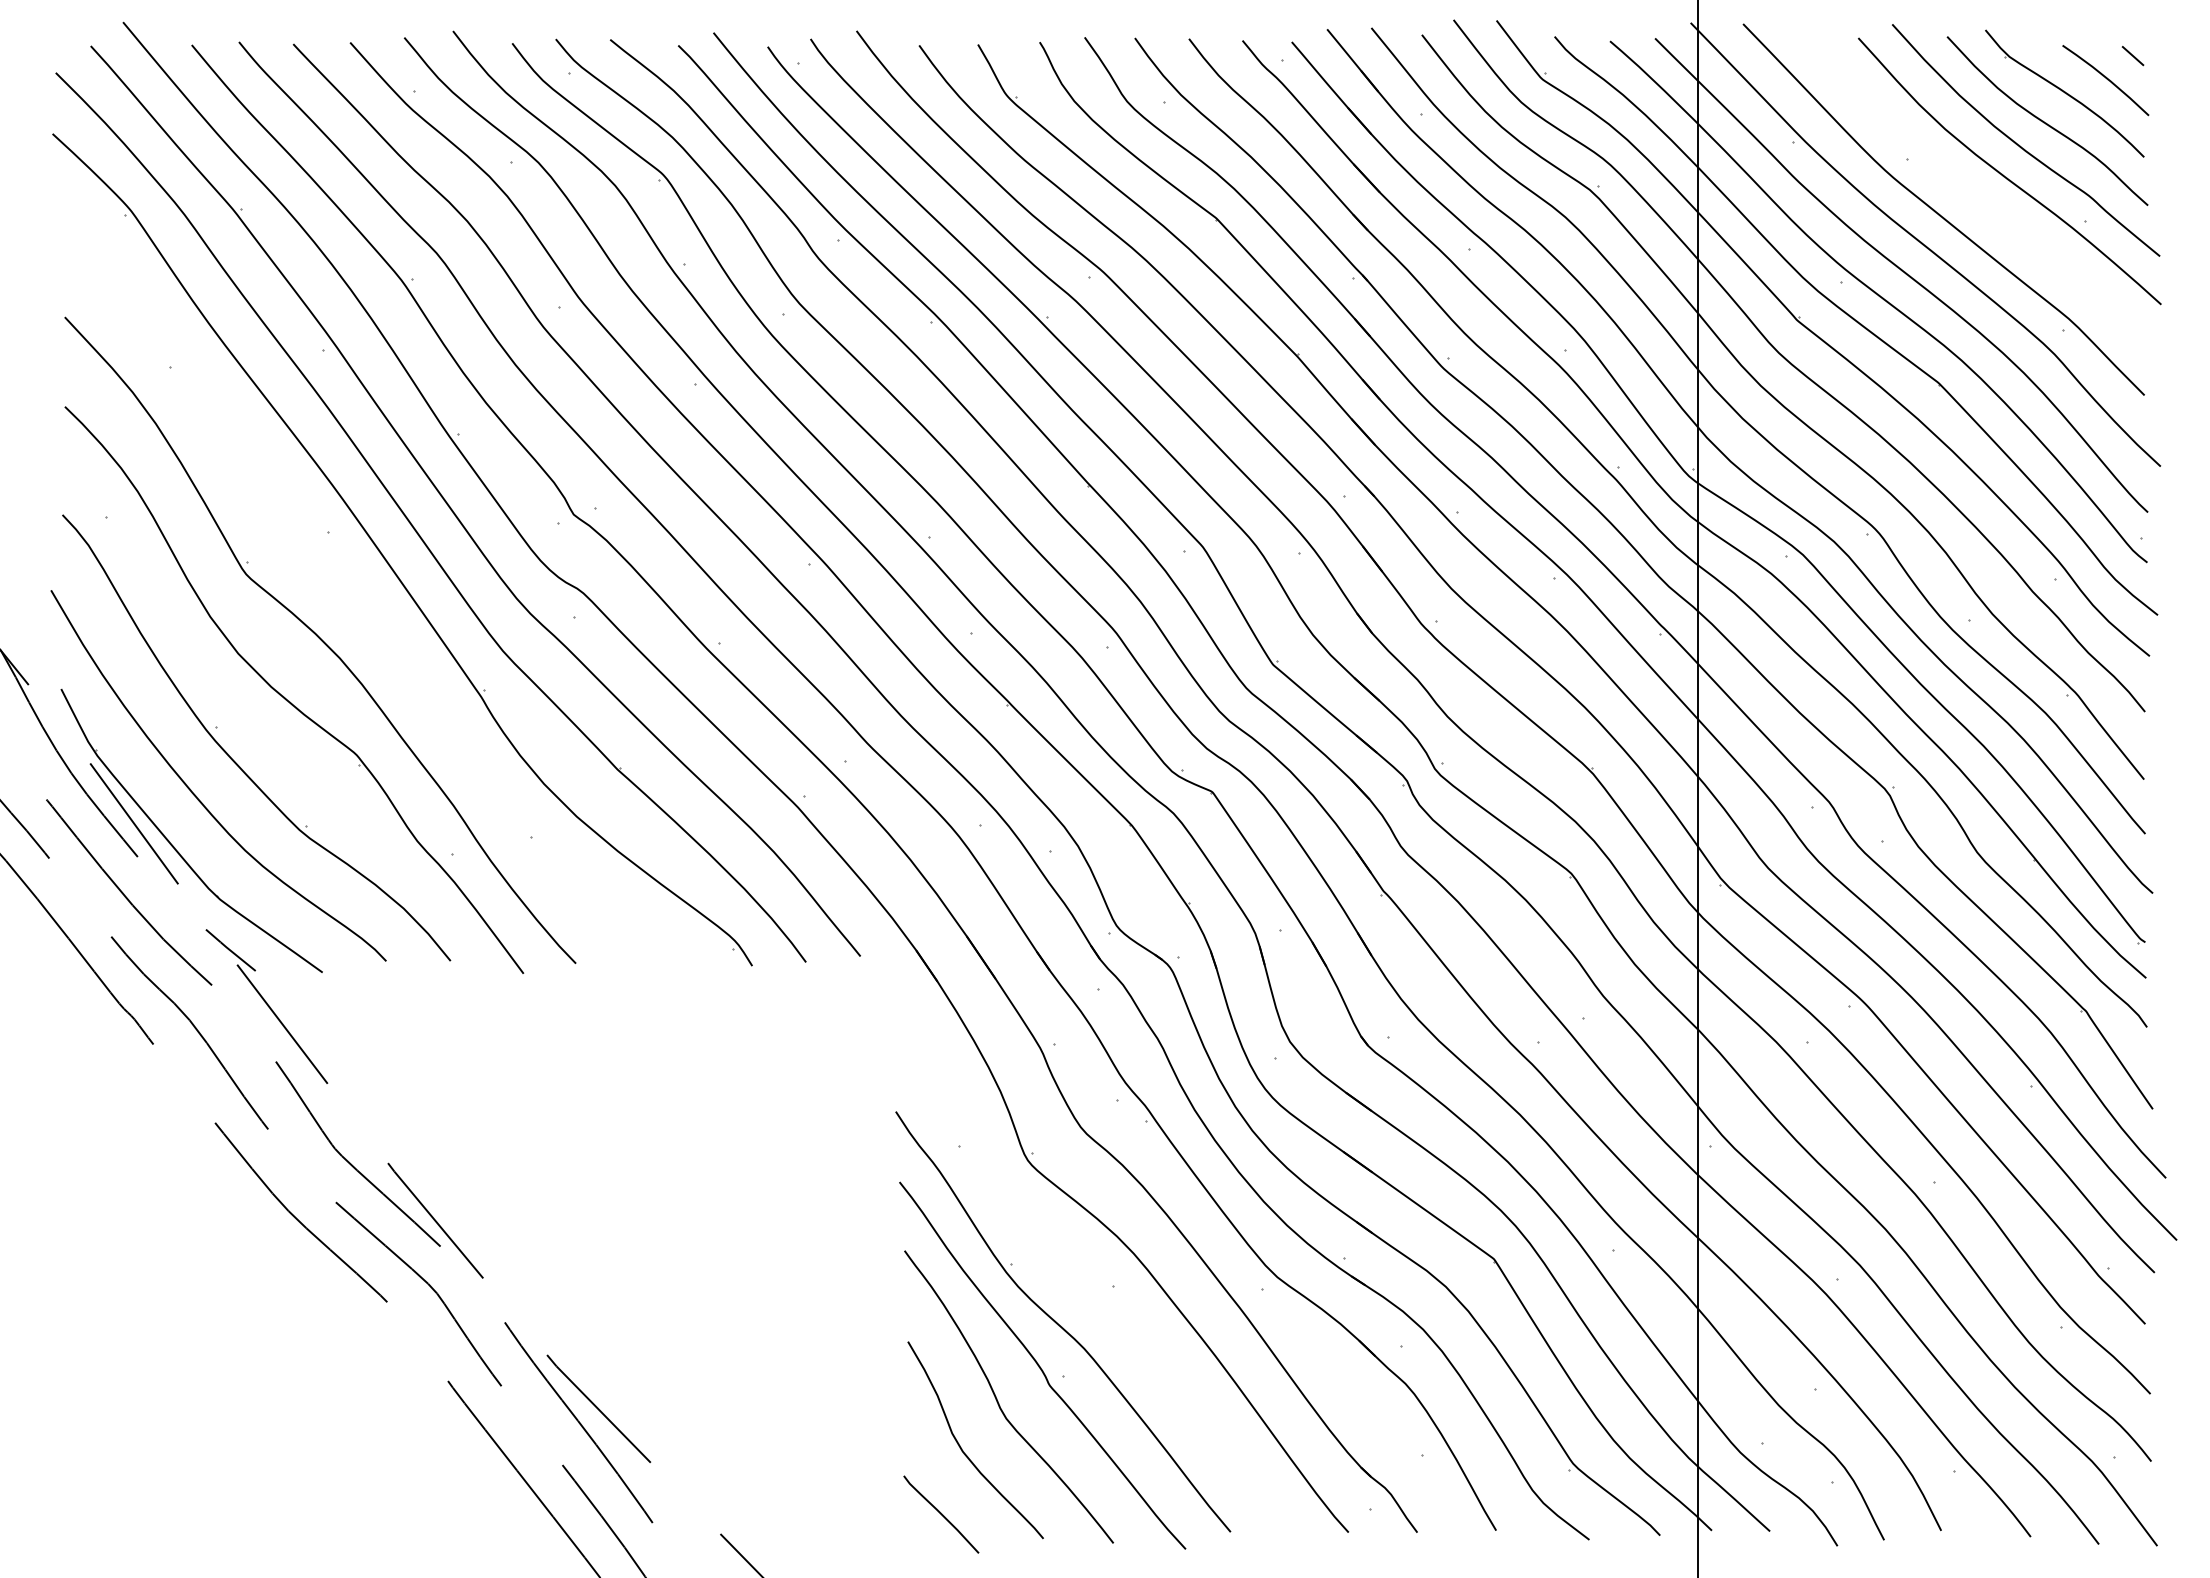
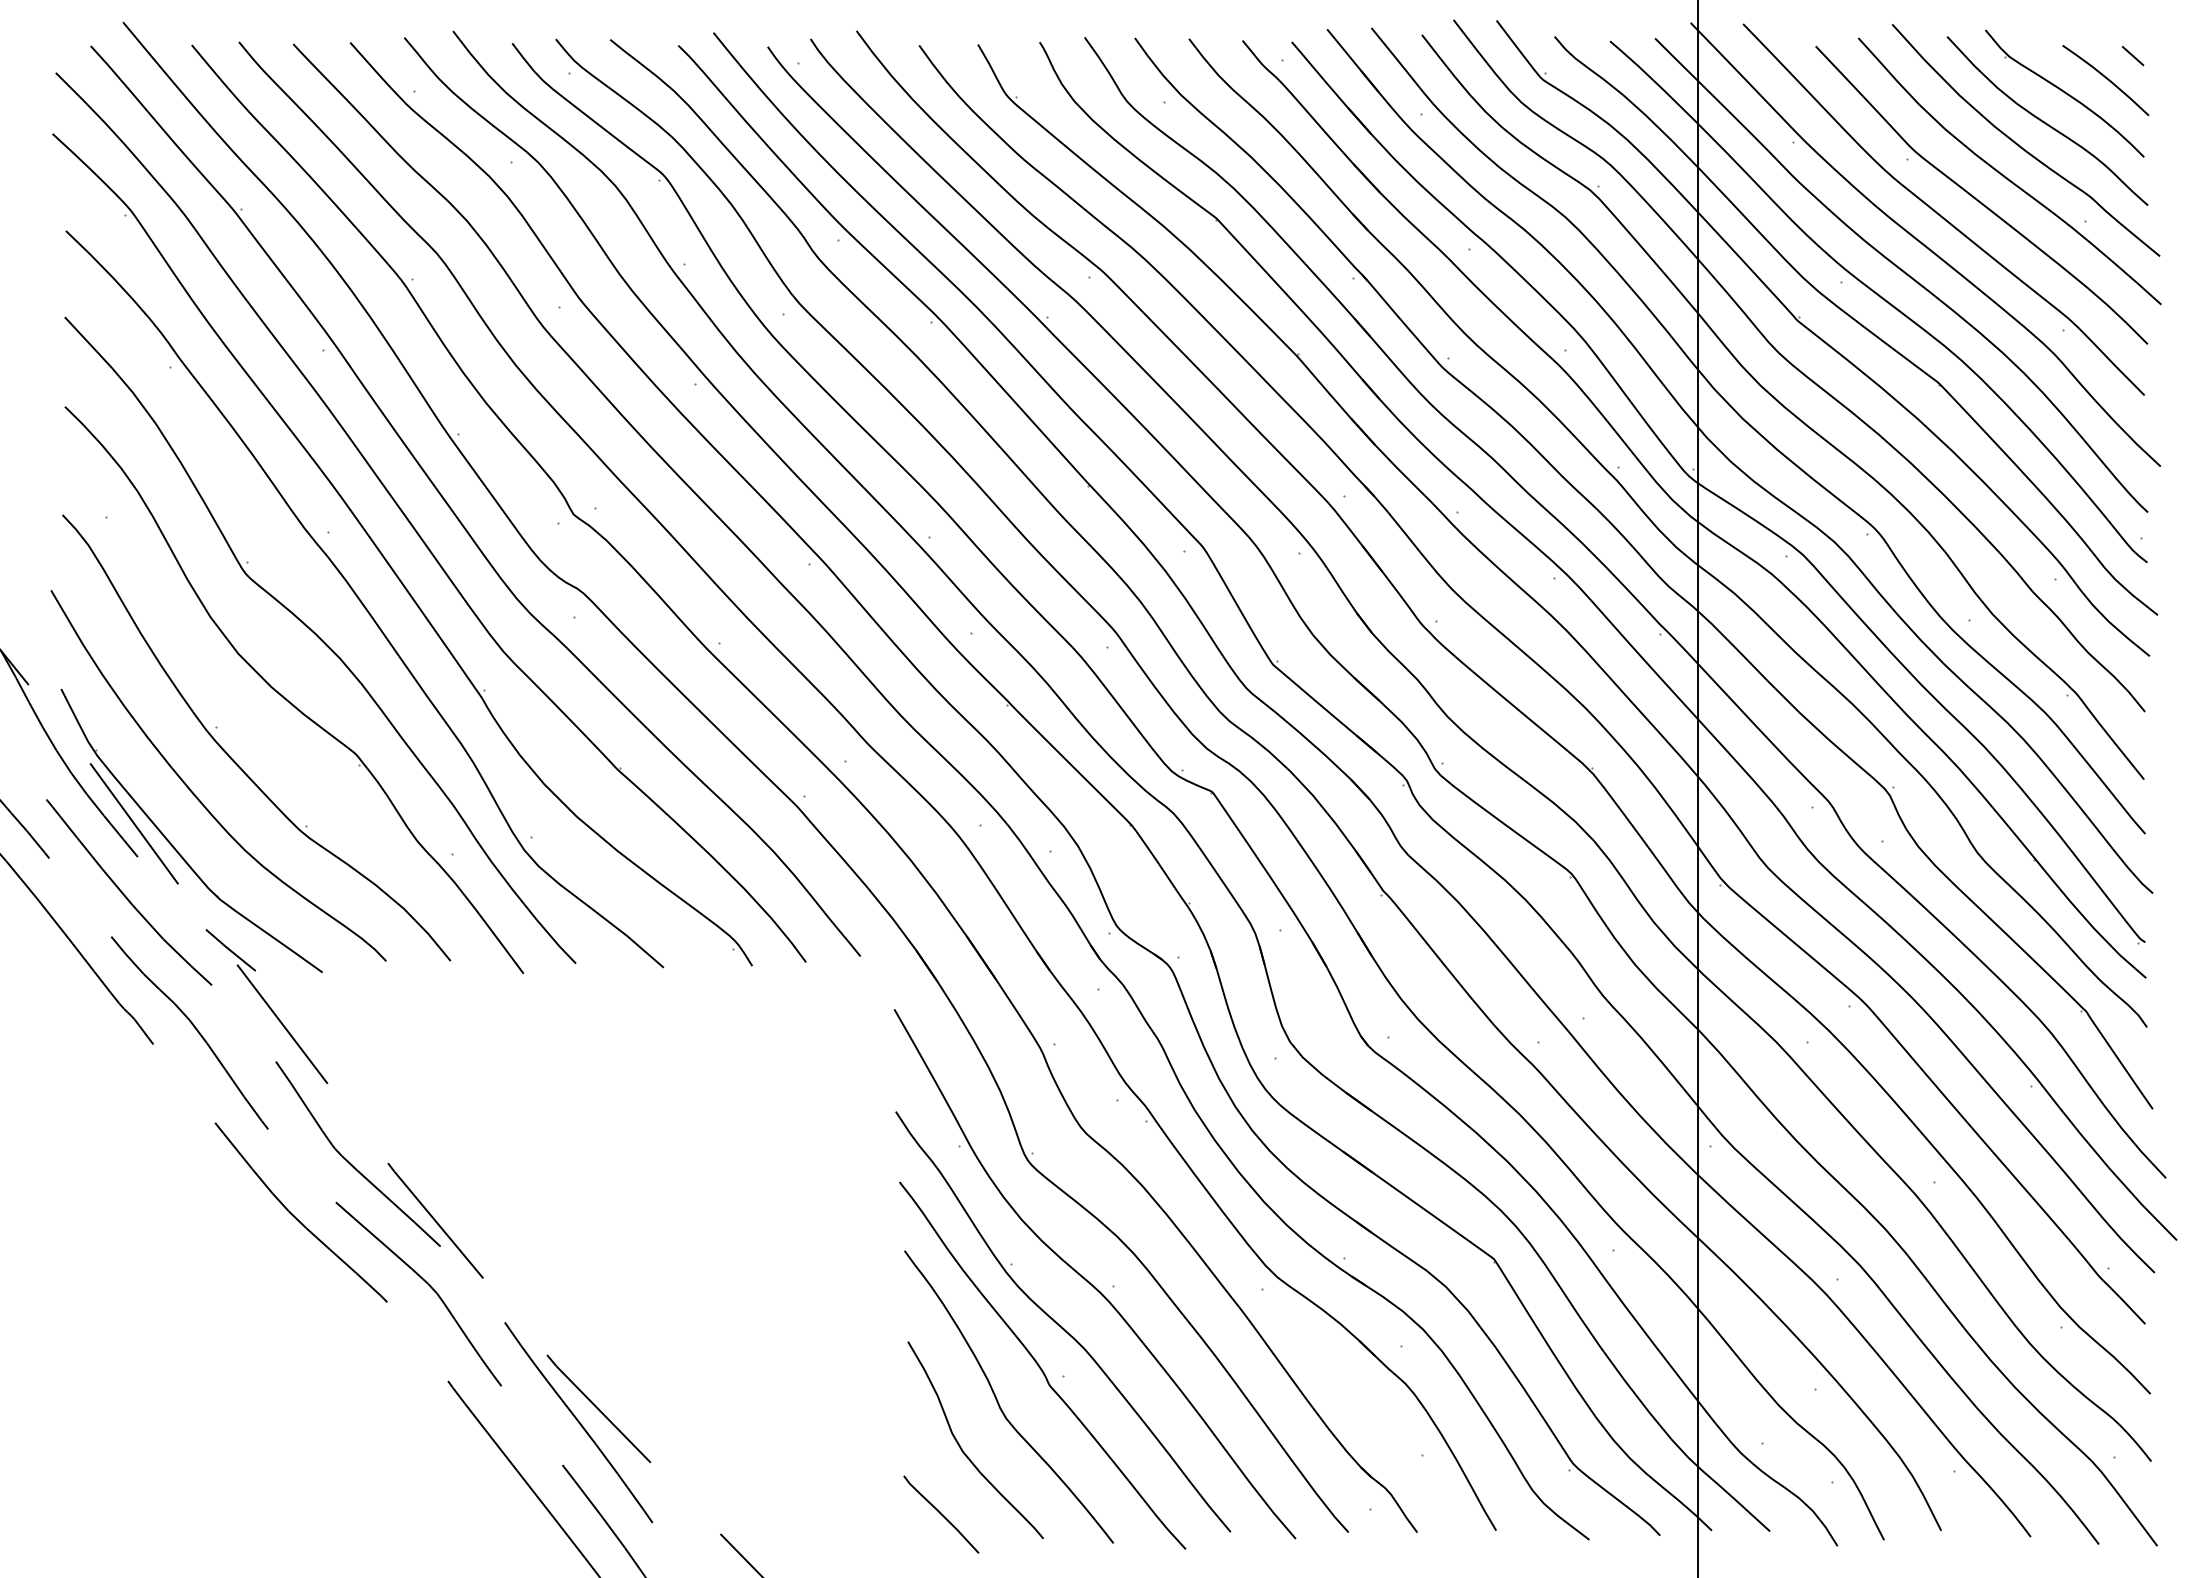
curve at (1978, 199): none -> present
curve at (361, 600): none -> present
curve at (1088, 1280): none -> present
